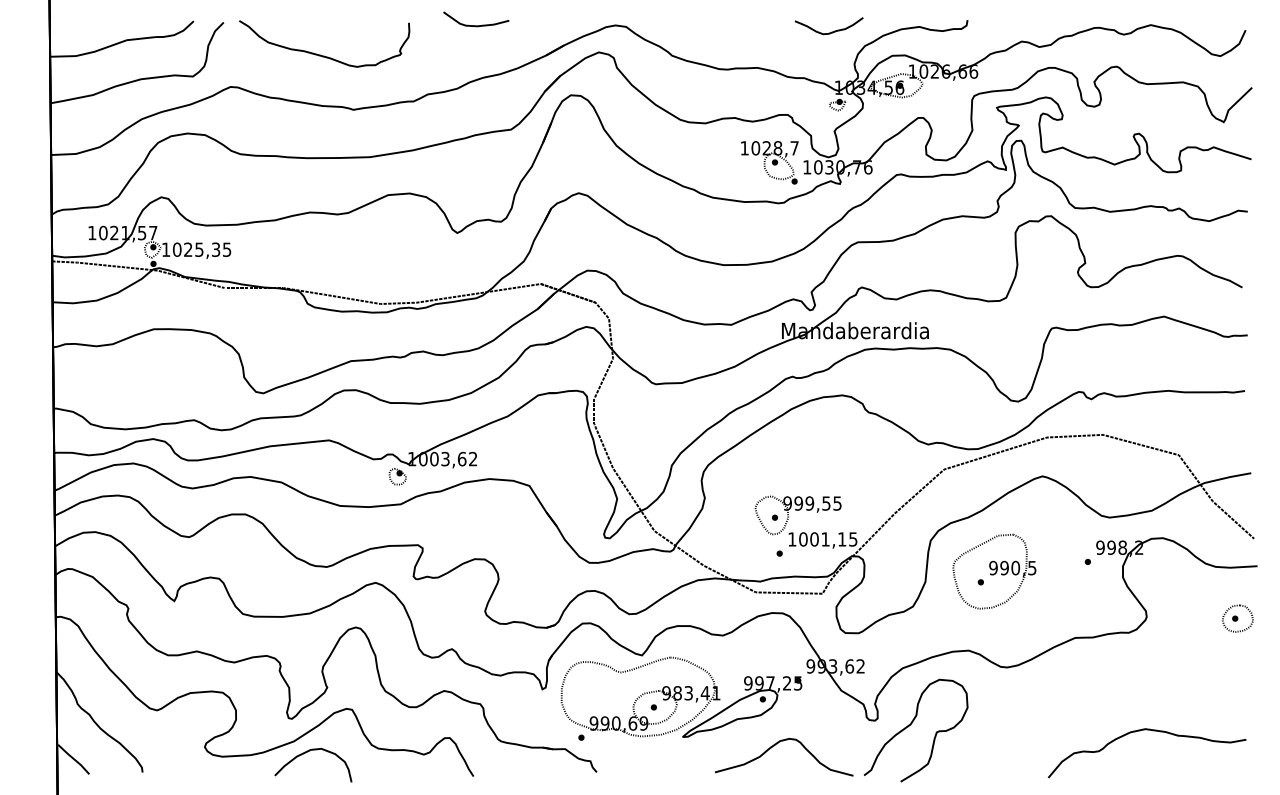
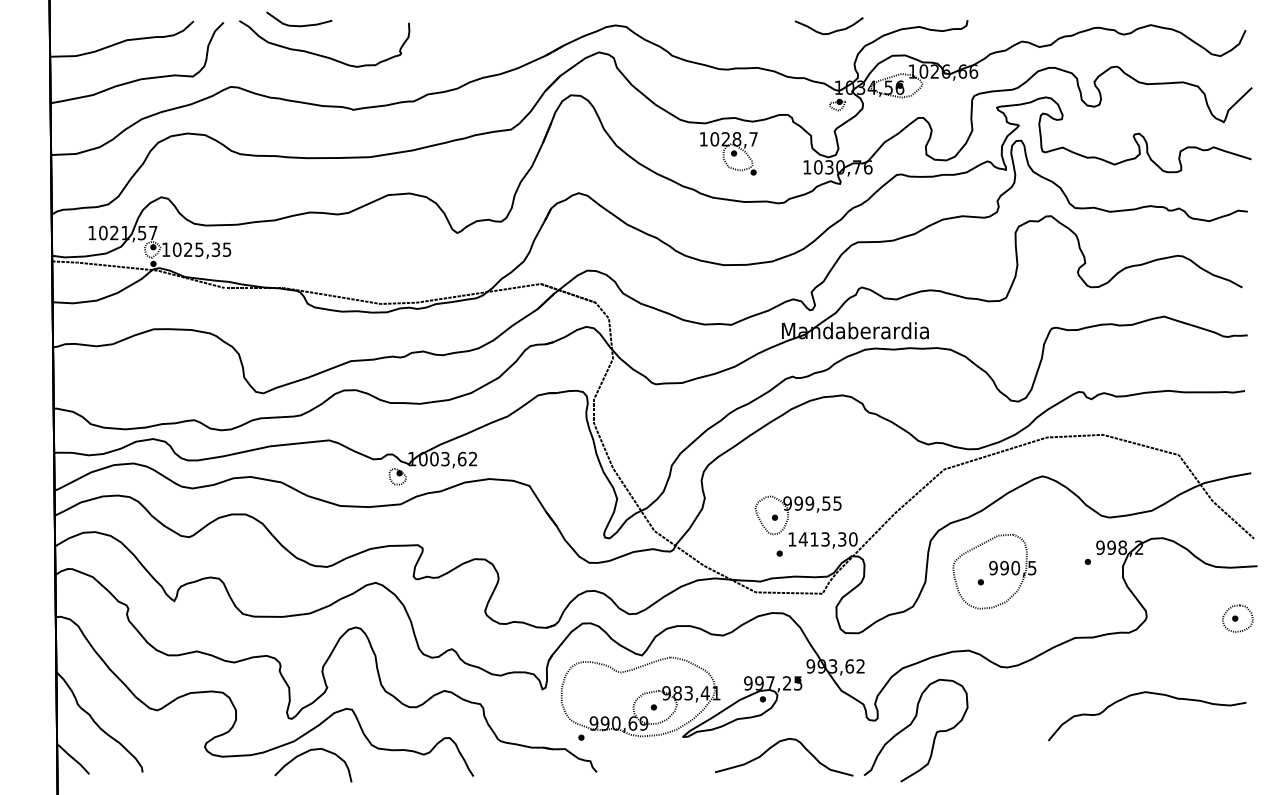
curve at (476, 25) position: (476, 25) -> (299, 25)
part at (769, 162) position: (769, 162) -> (728, 153)
text at (827, 539): 1001,15 -> 1413,30
curve at (1153, 731) position: (1153, 731) -> (1153, 694)
